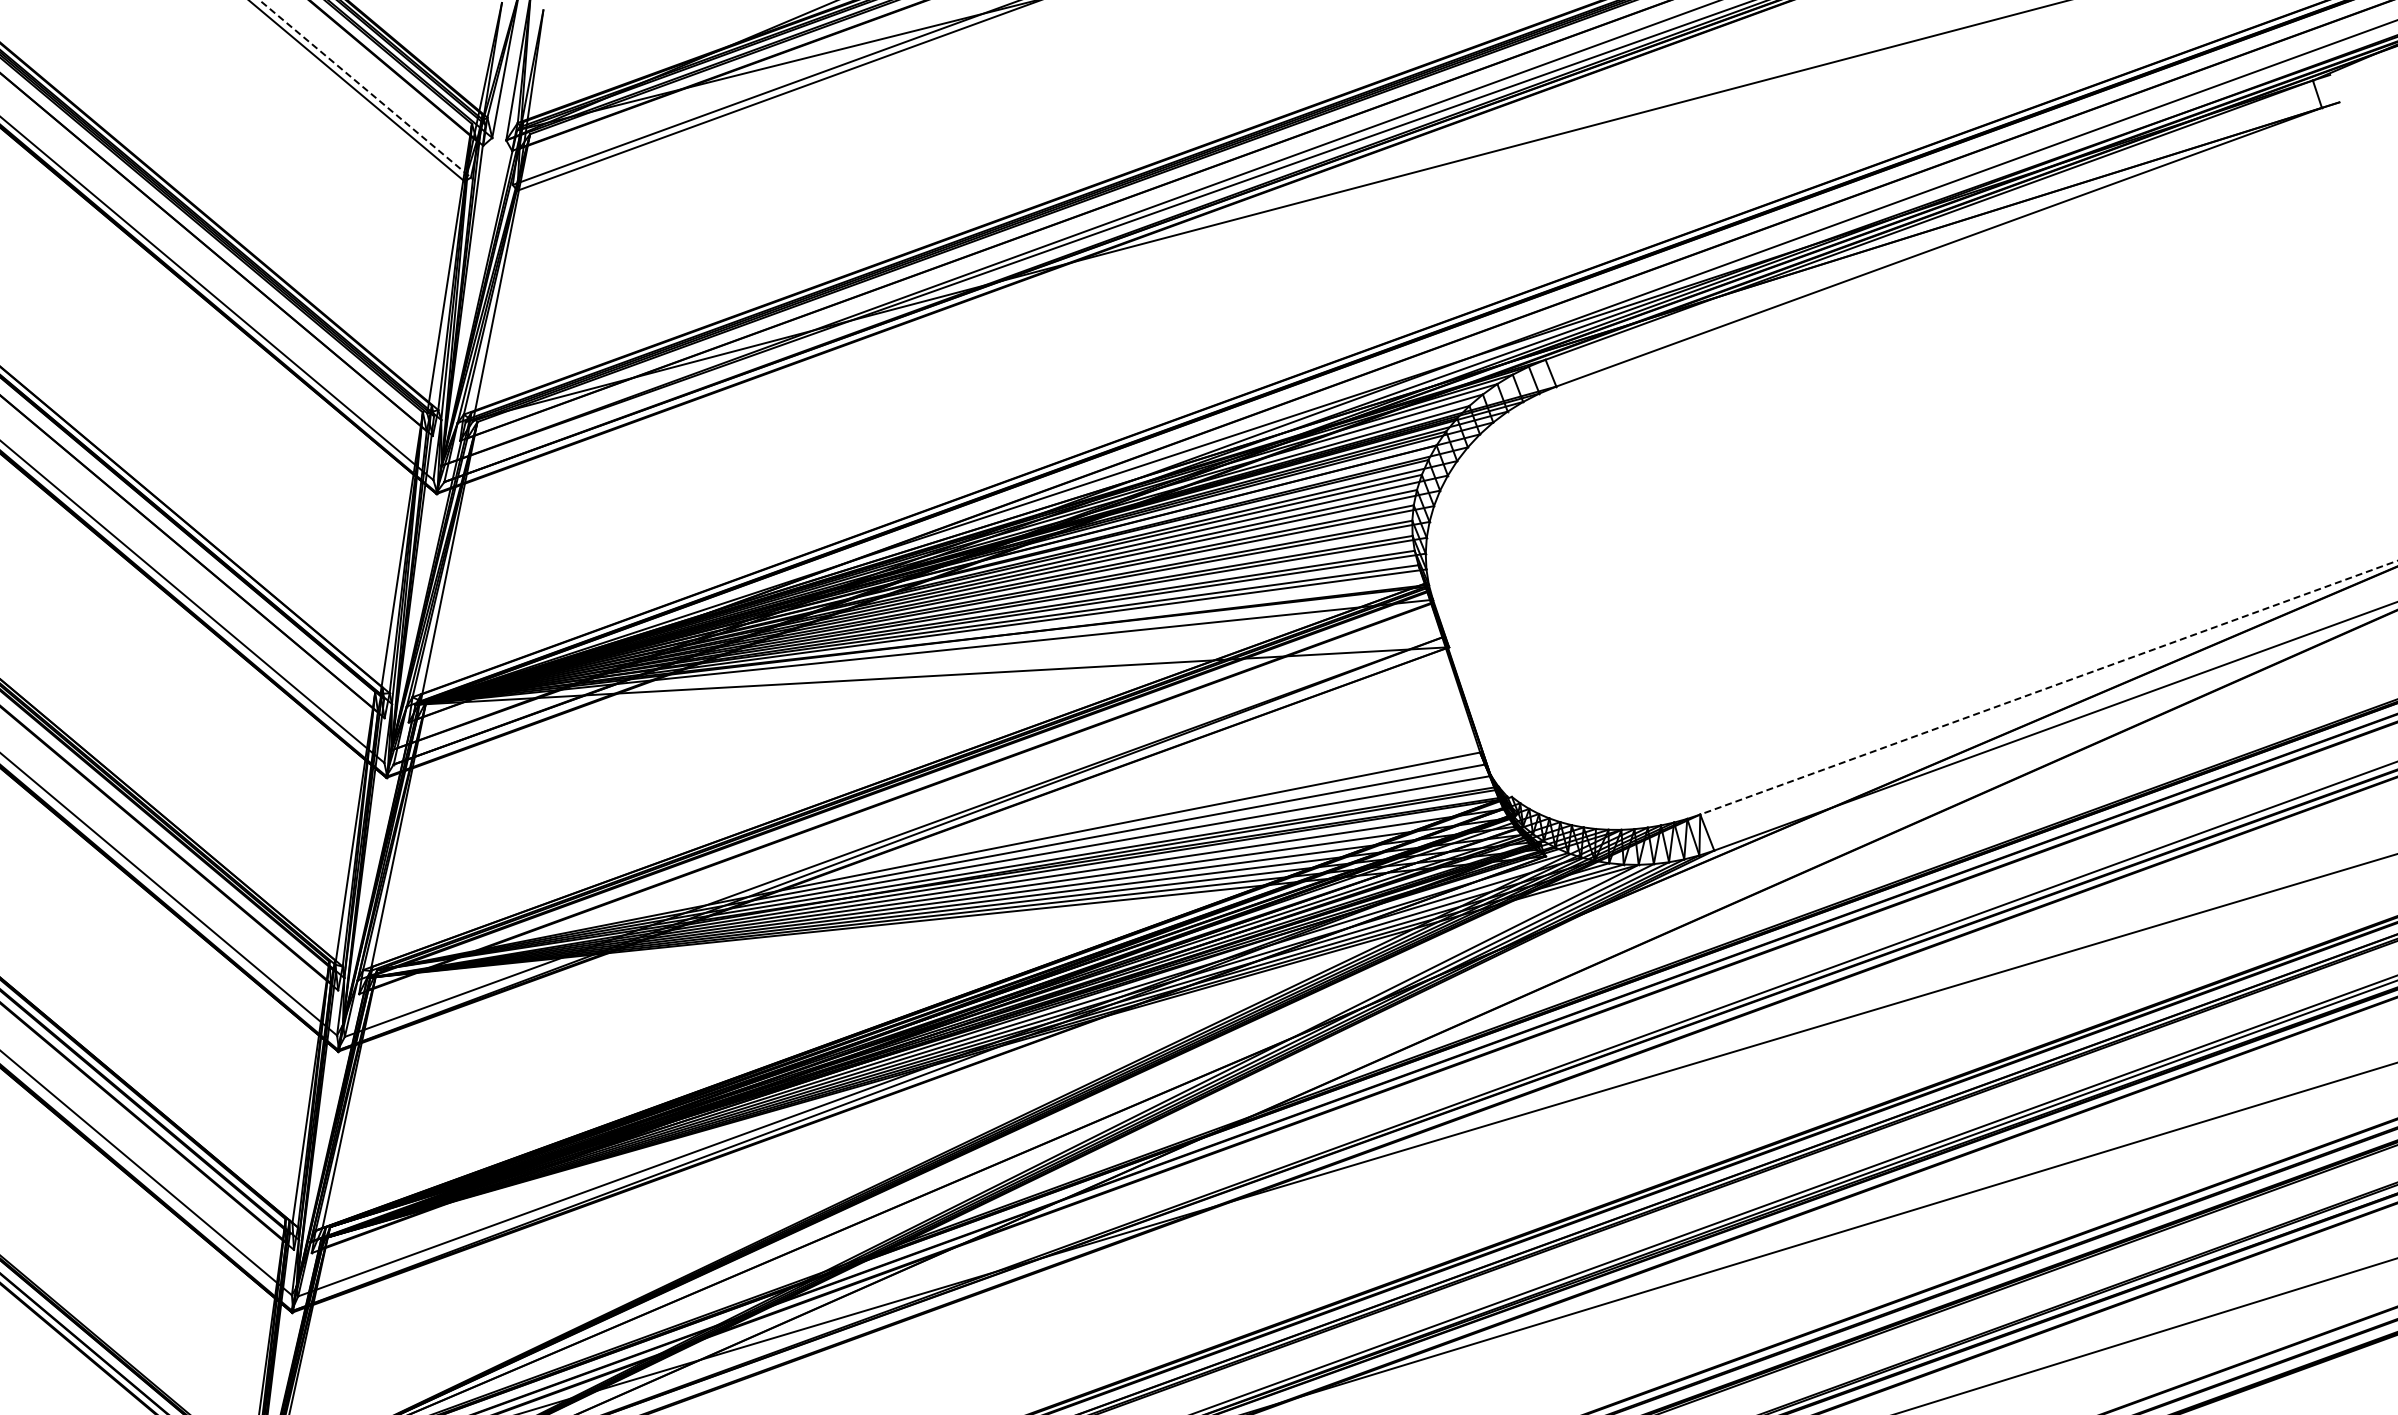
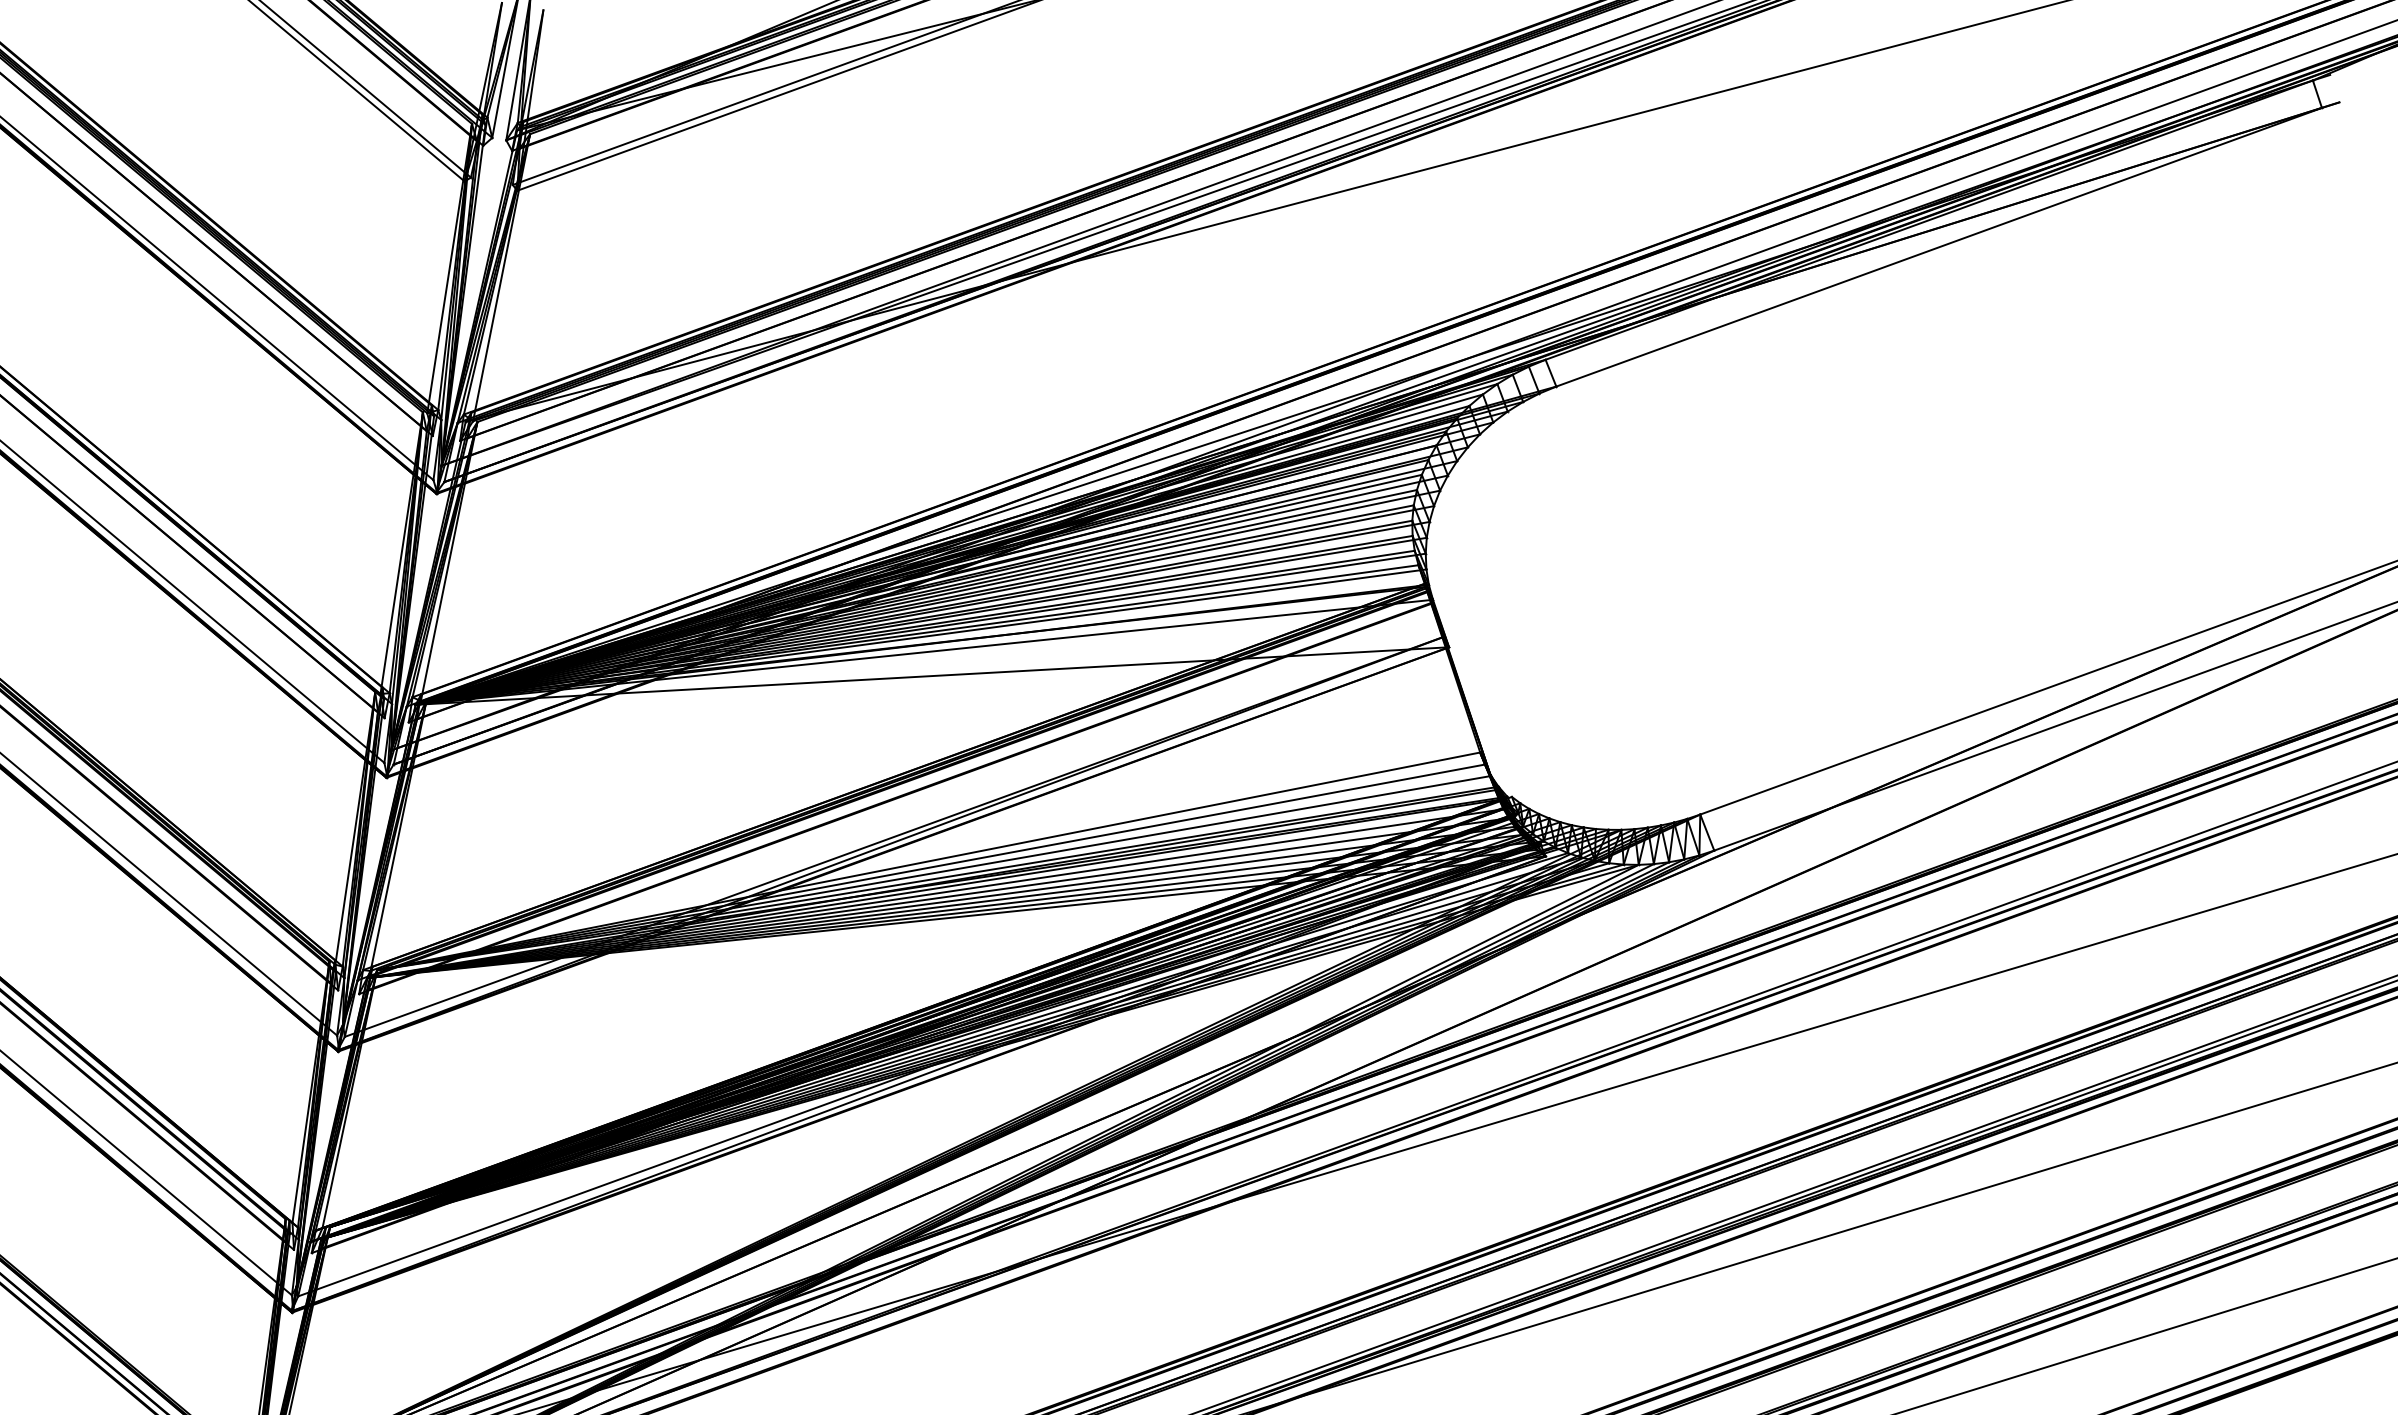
line at (365, 88): dashed -> solid
line at (2048, 687): dashed -> solid
